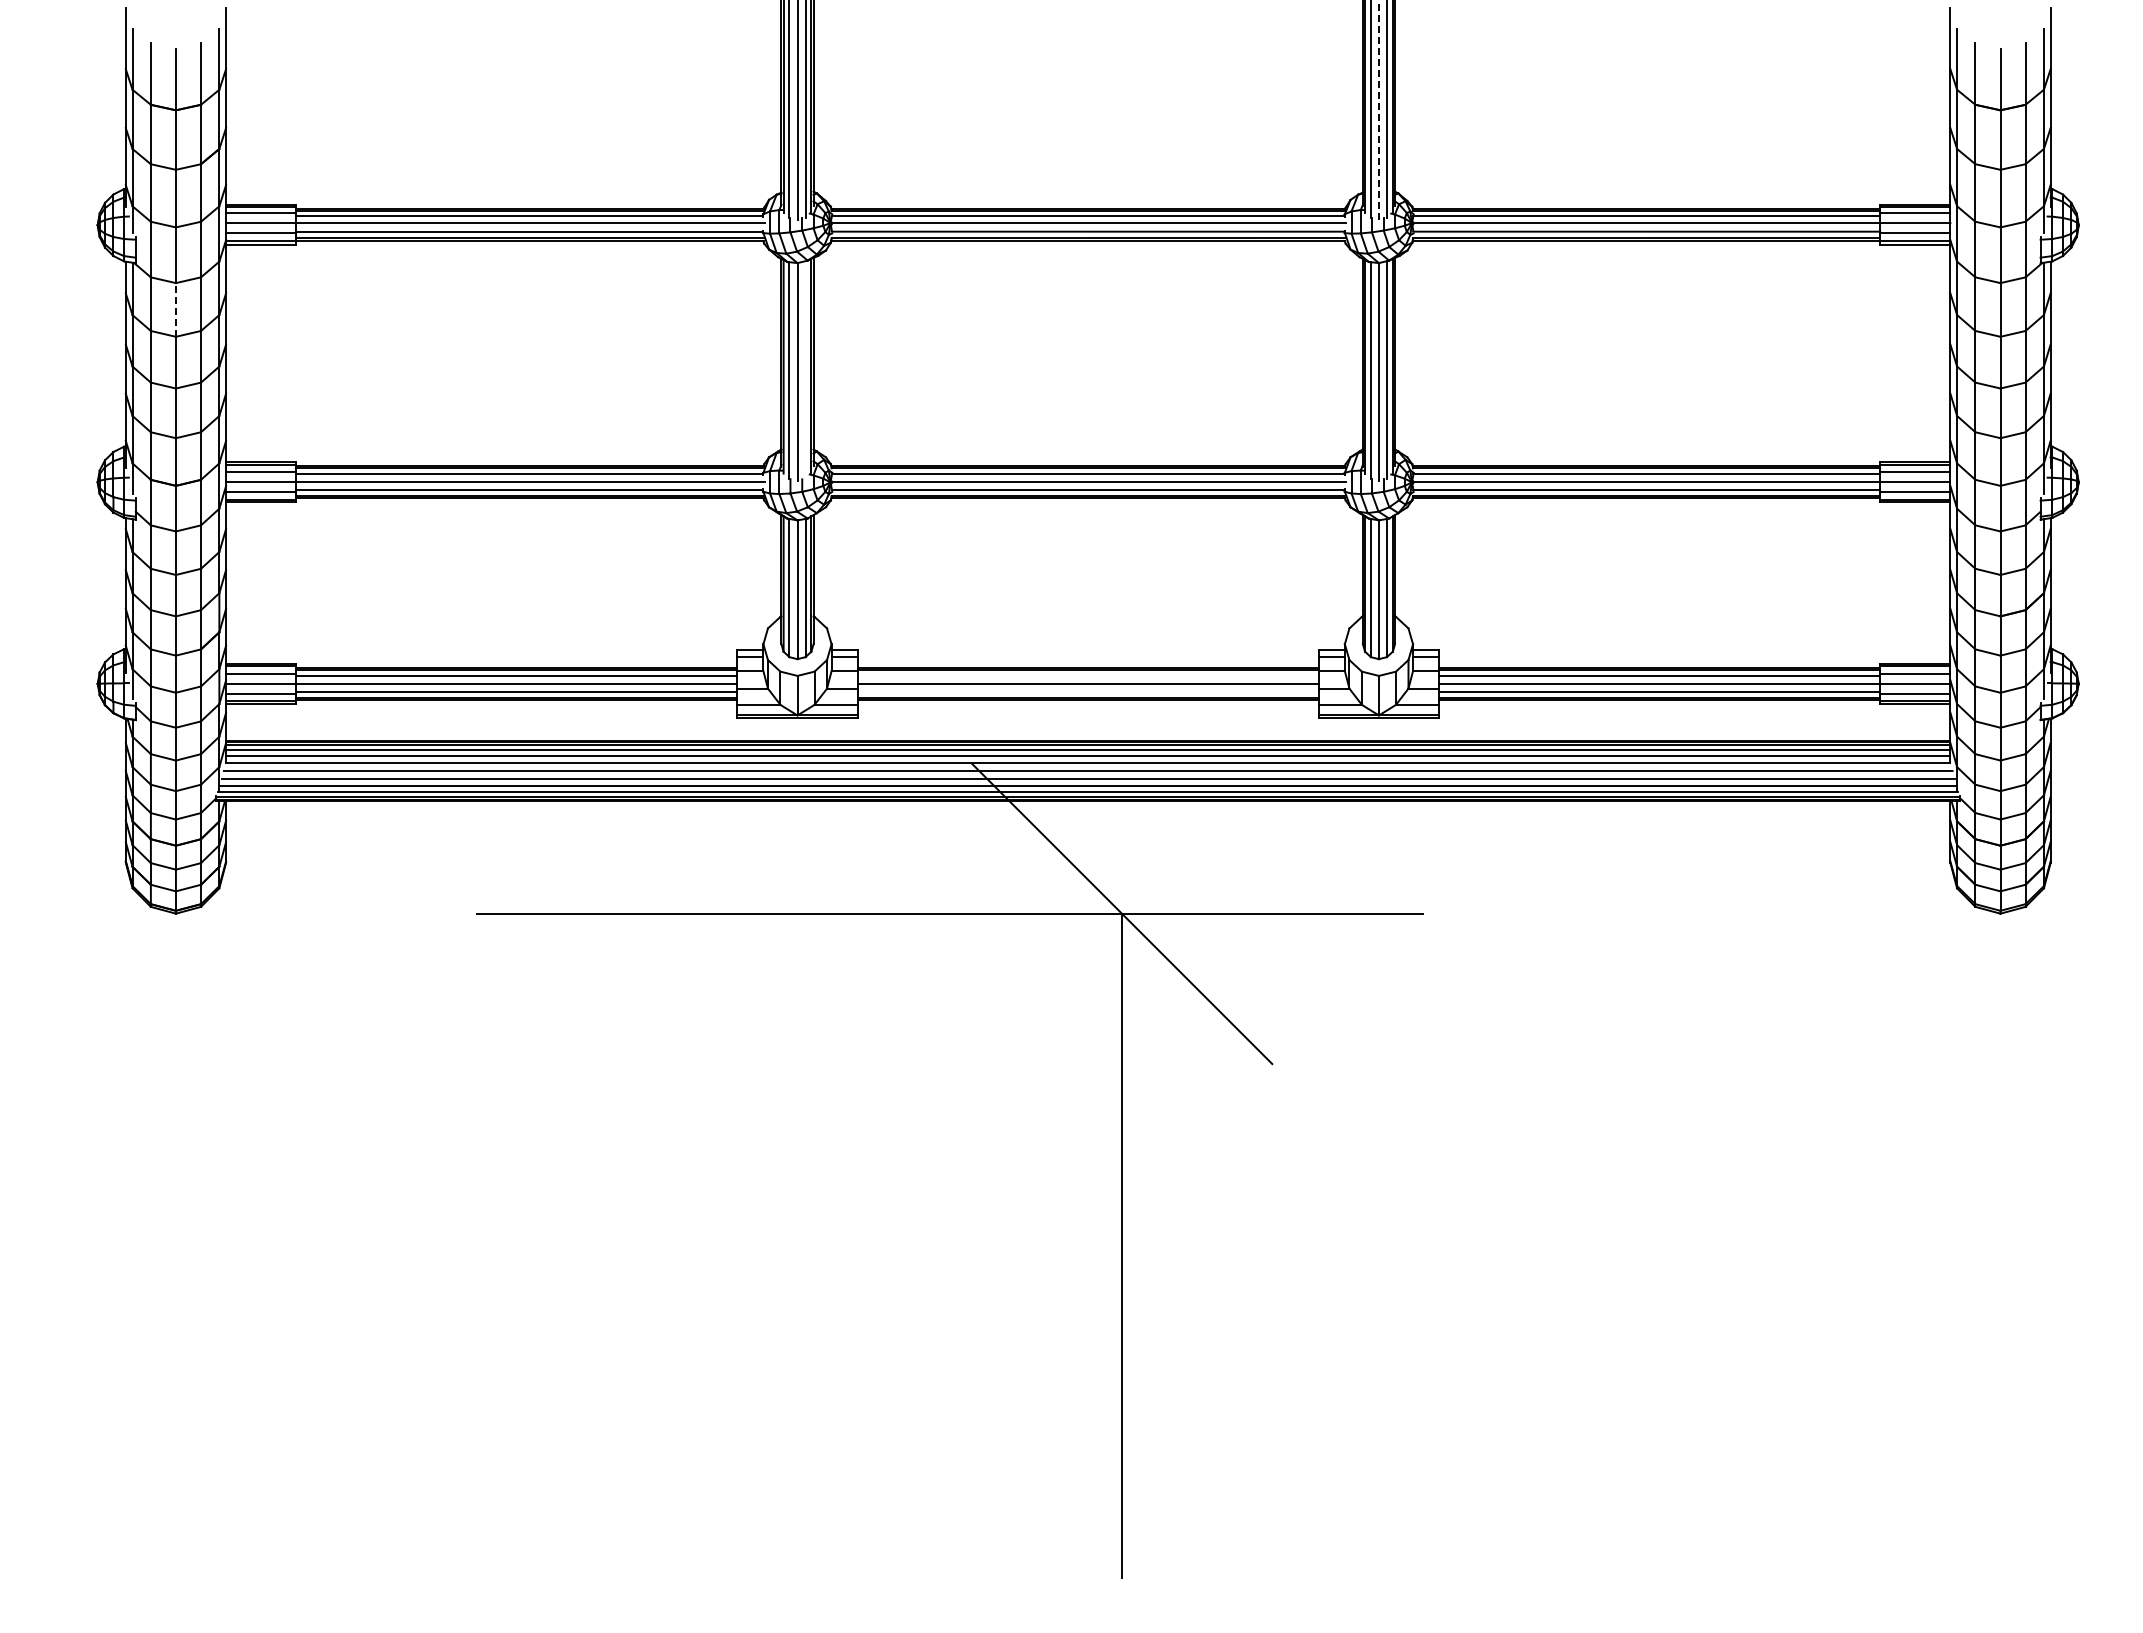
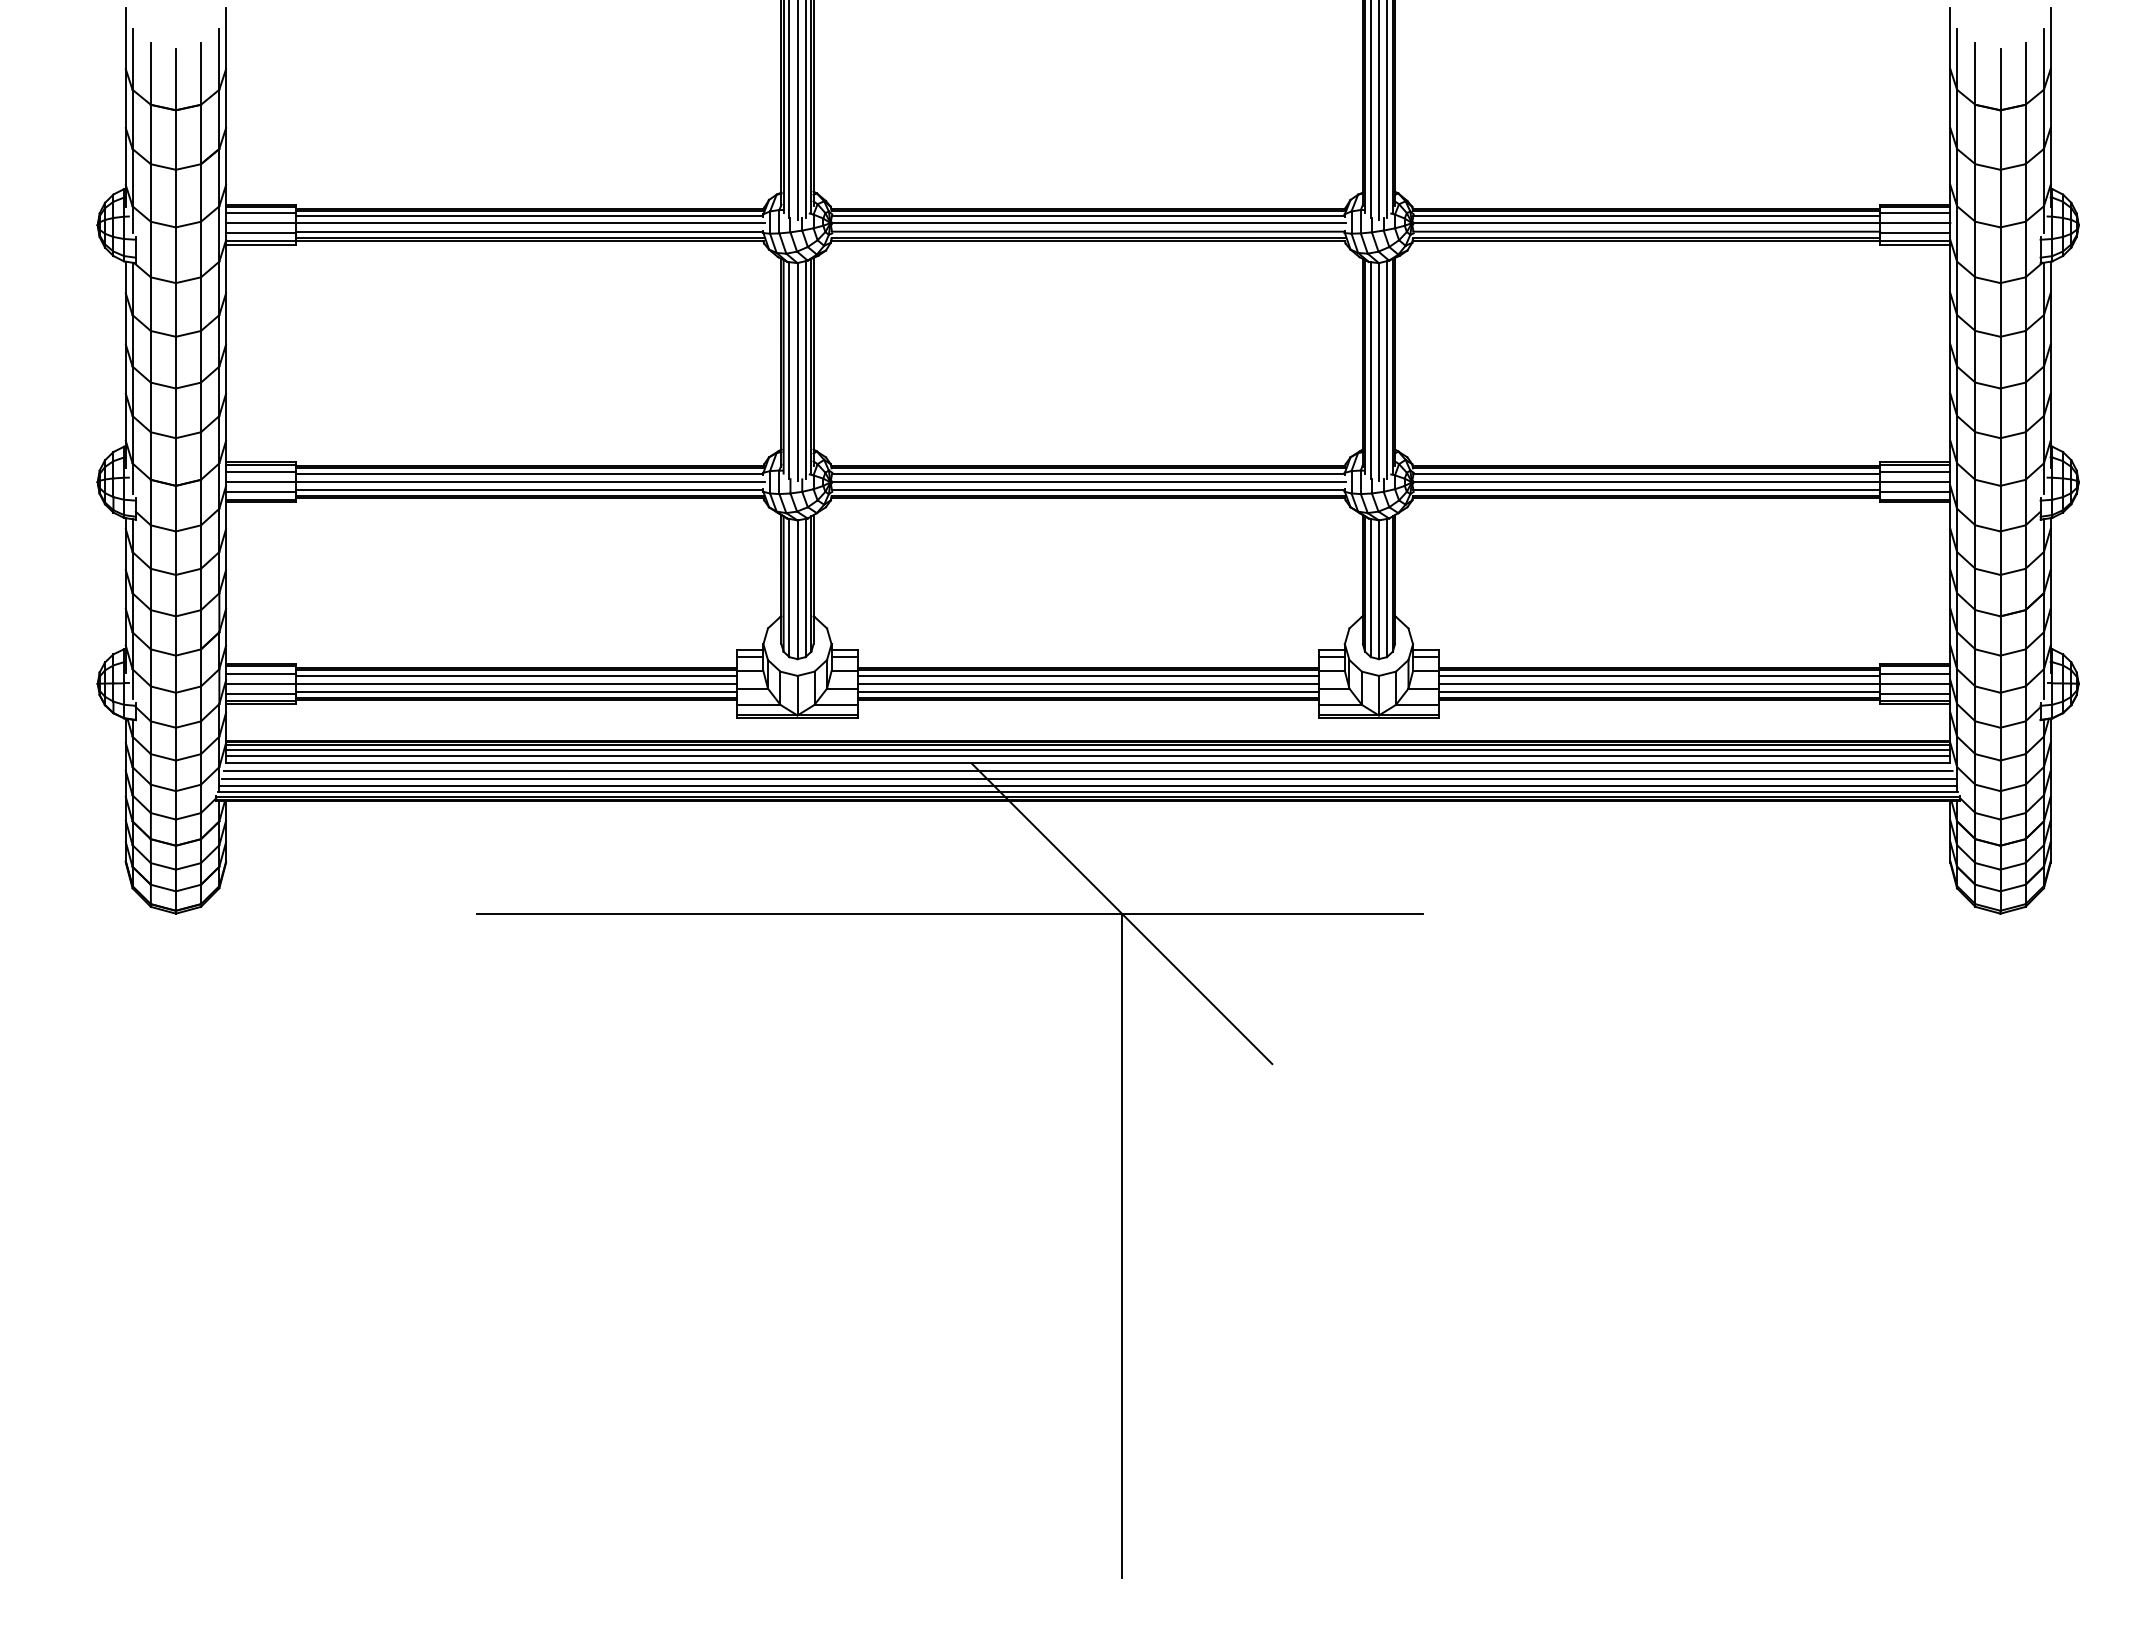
line at (1378, 110): dashed -> solid
line at (175, 309): dashed -> solid
line at (805, 369): none -> present
line at (1087, 675): none -> present
line at (1087, 691): none -> present
